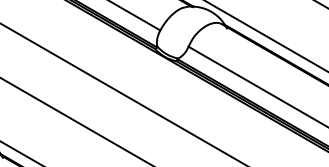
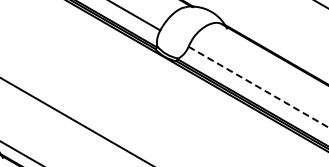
line at (266, 36): present -> none
line at (258, 87): solid -> dashed
line at (122, 93): present -> none
